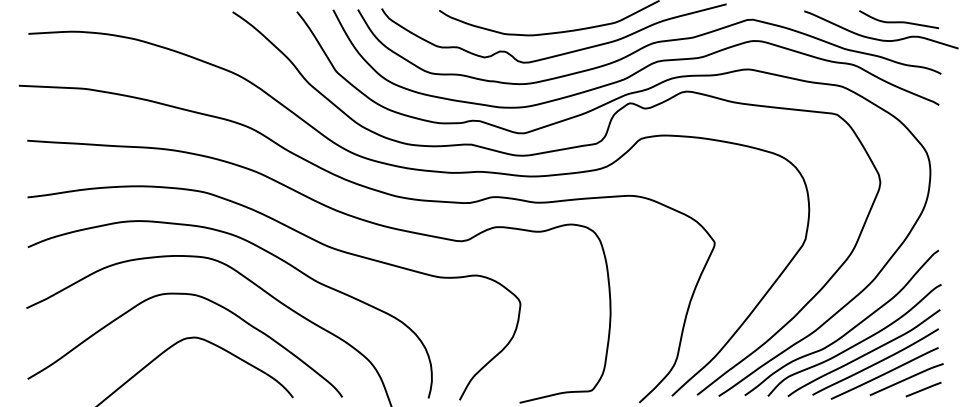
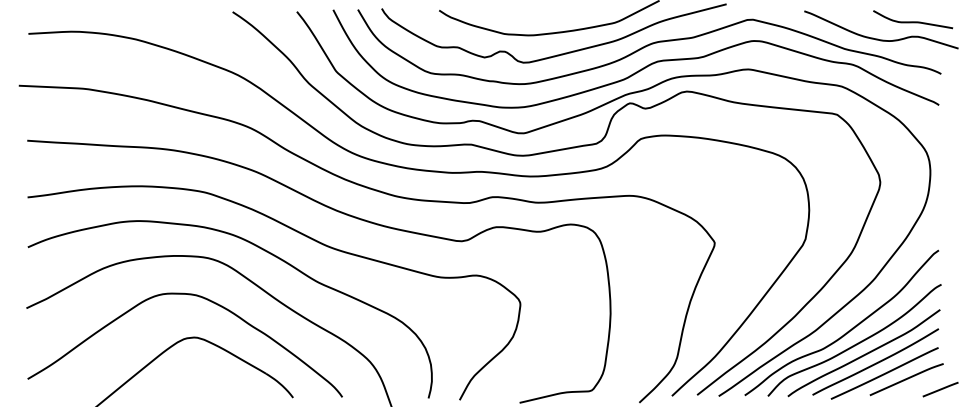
curve at (899, 21) position: (899, 21) -> (913, 21)
line at (923, 389) position: (923, 389) -> (940, 389)
